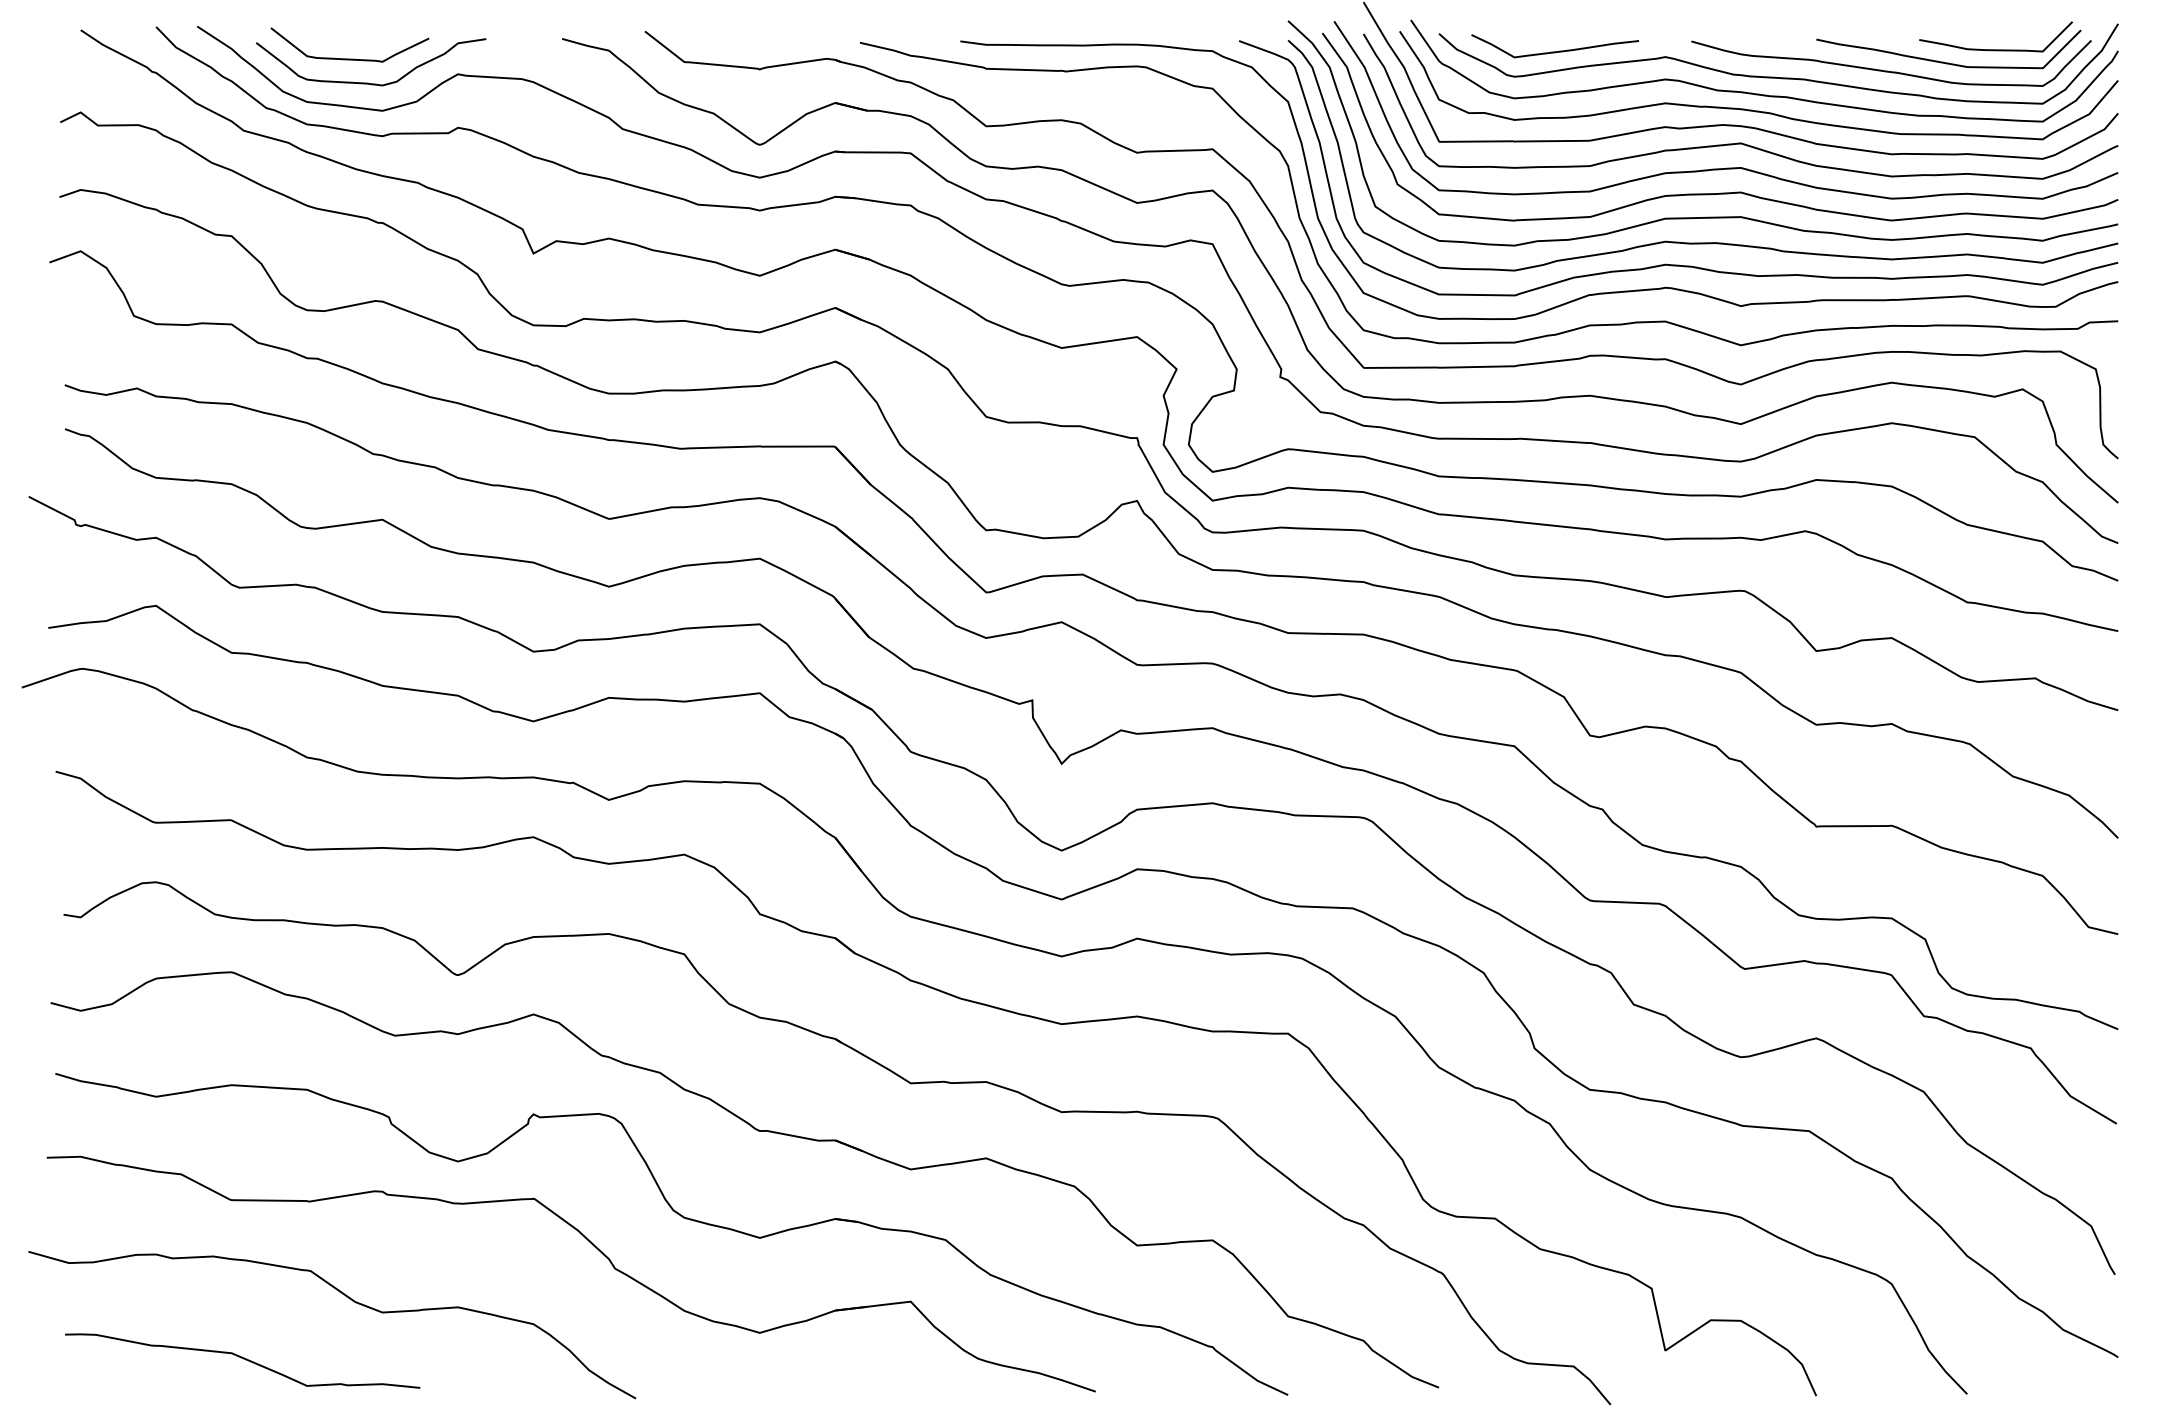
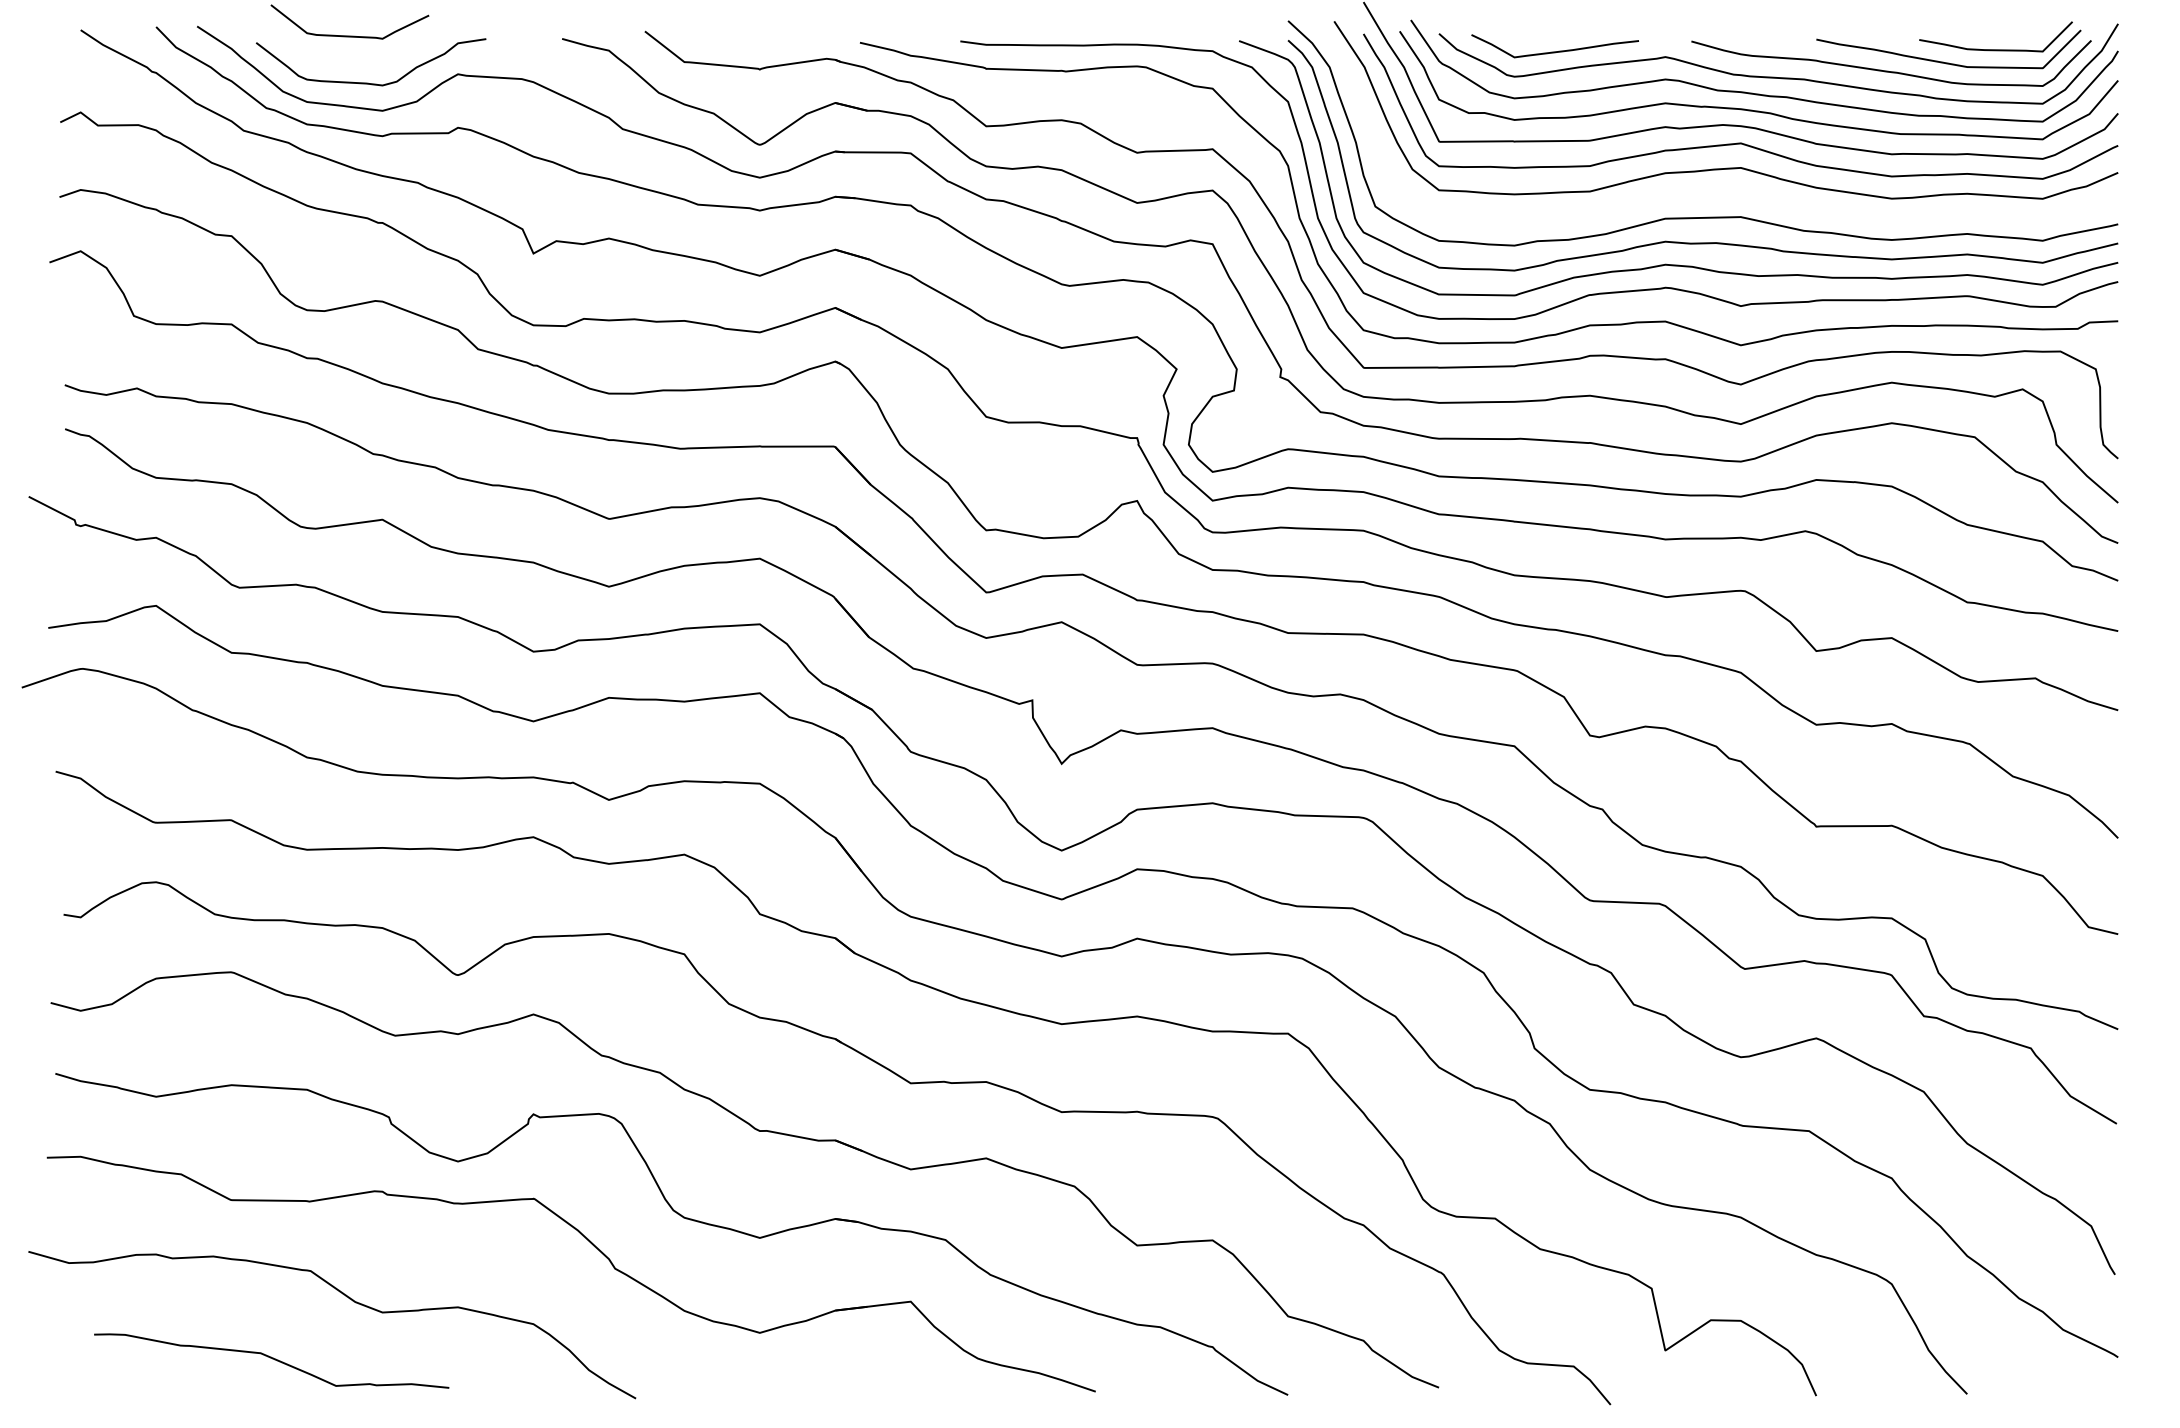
curve at (349, 58) position: (349, 58) -> (349, 35)
curve at (1720, 192): present -> none
curve at (243, 1359) position: (243, 1359) -> (272, 1359)
